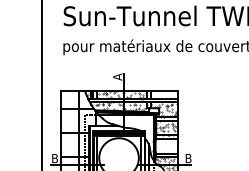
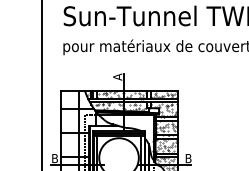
hatch at (163, 95): none -> present
hatch at (166, 145): none -> present
